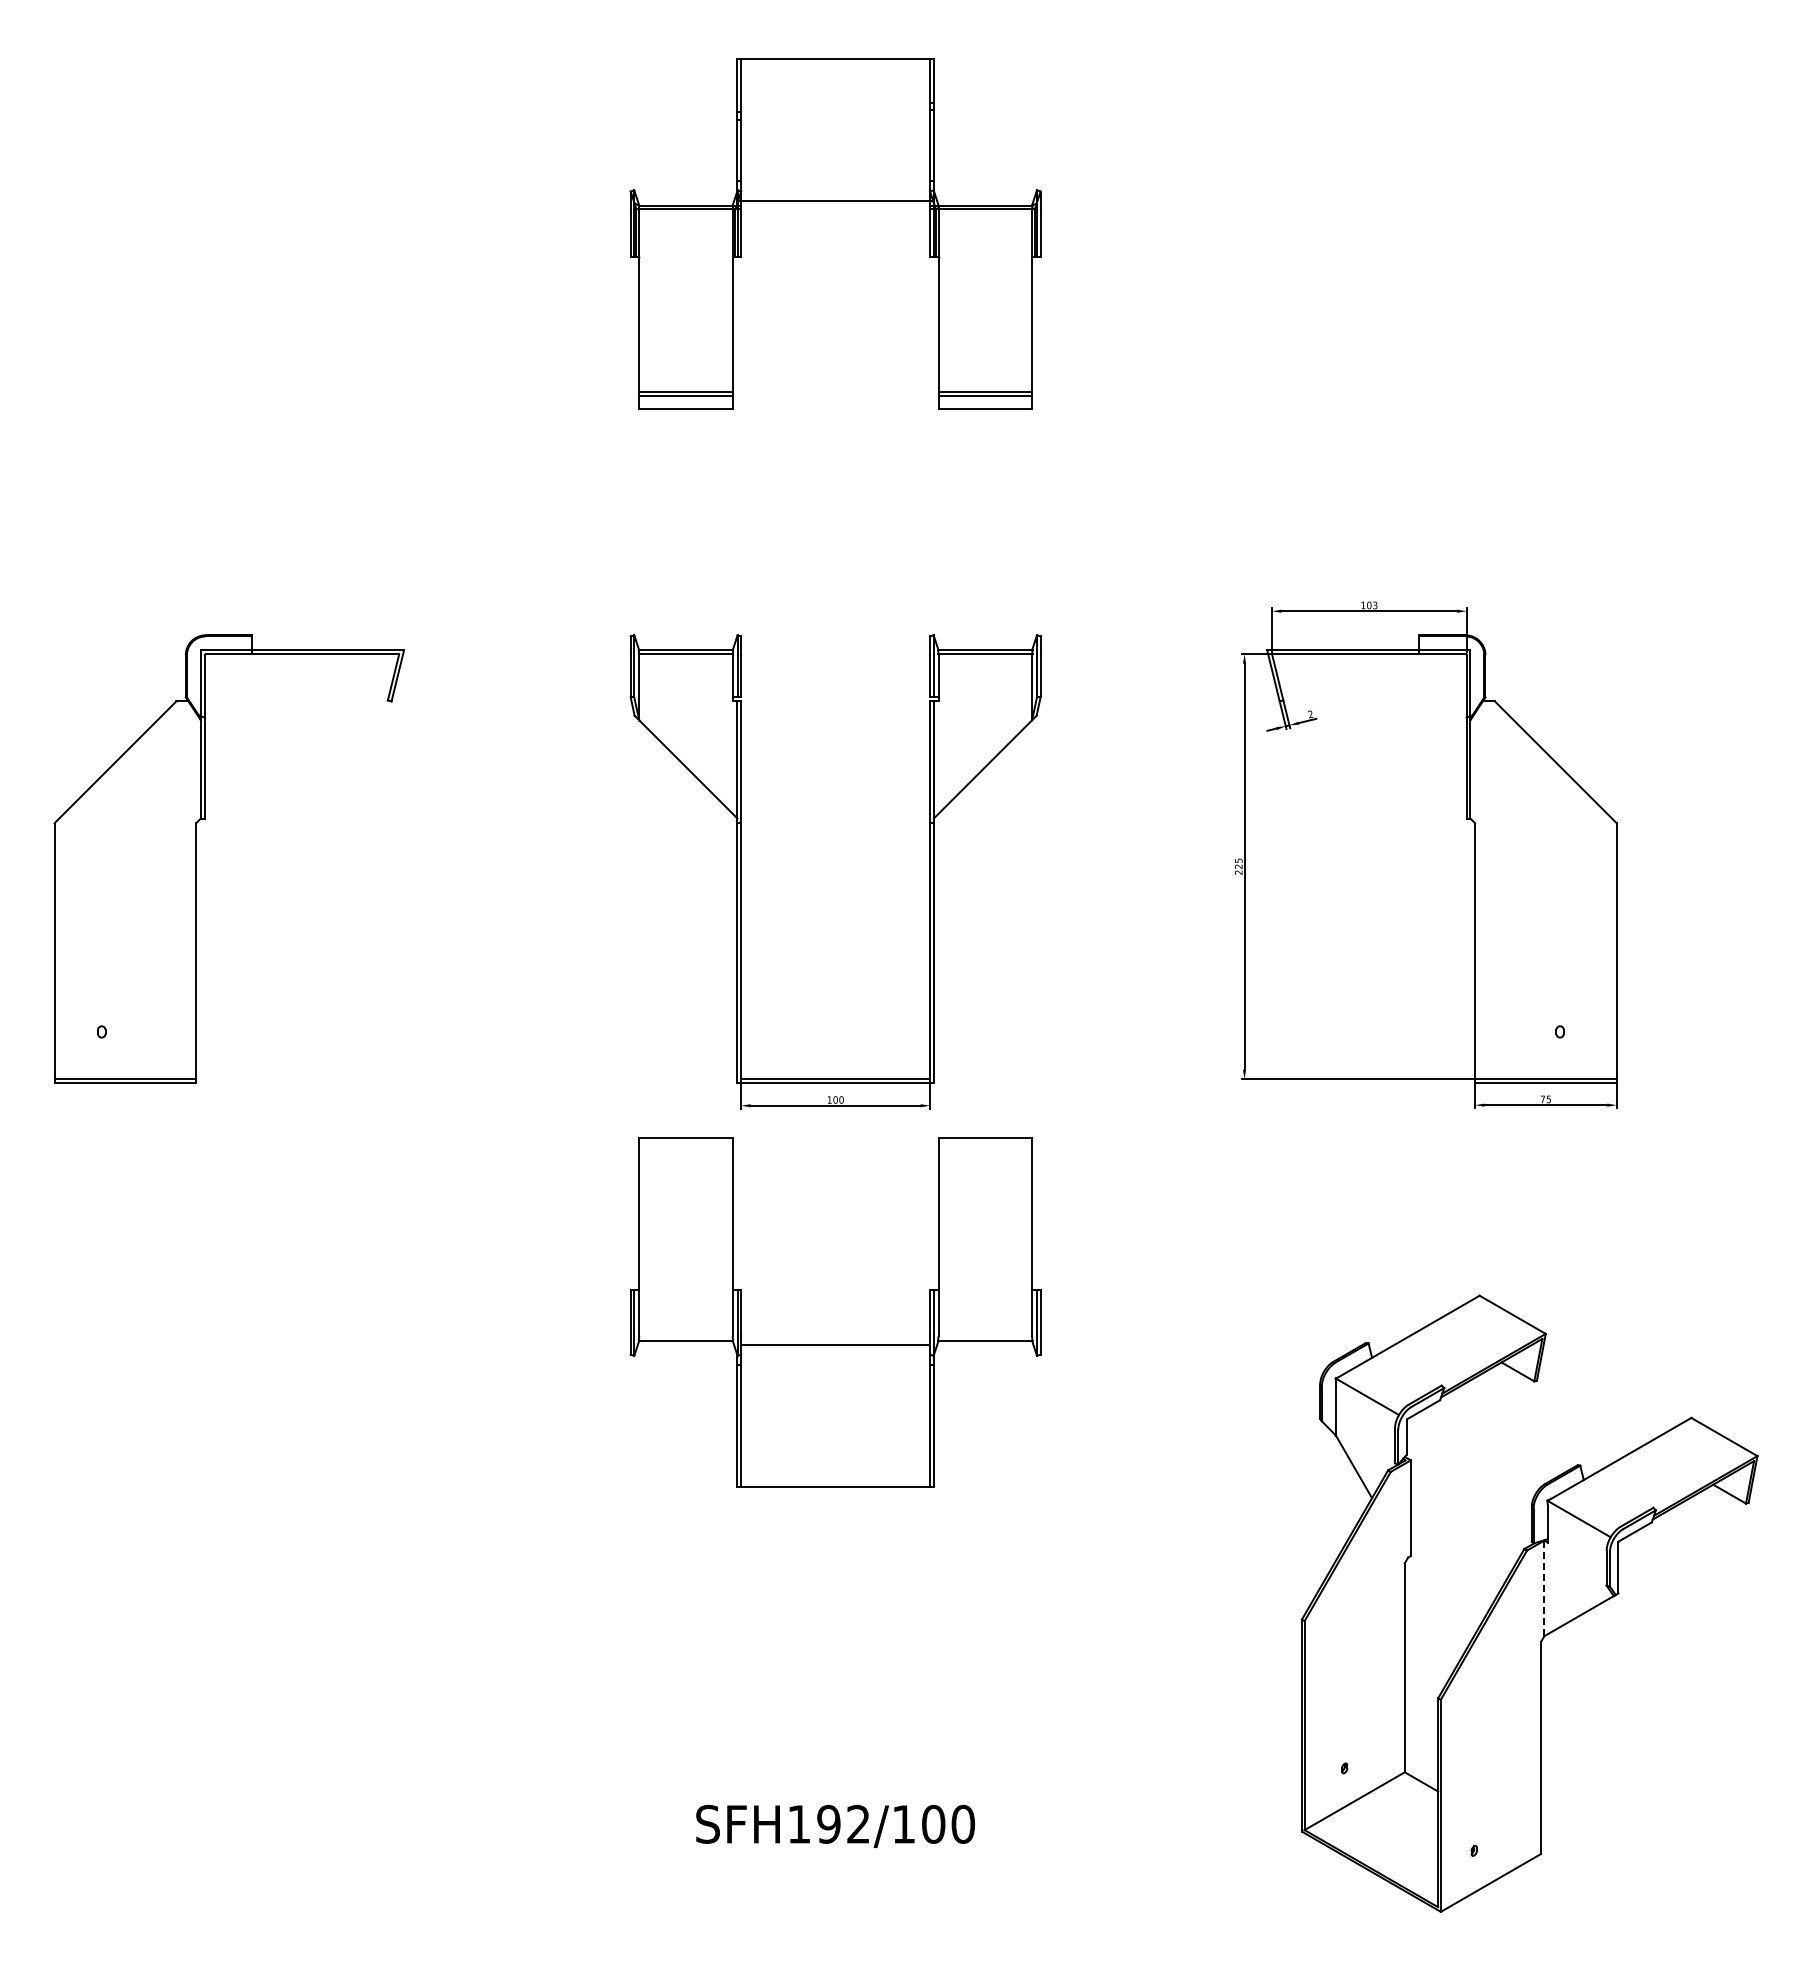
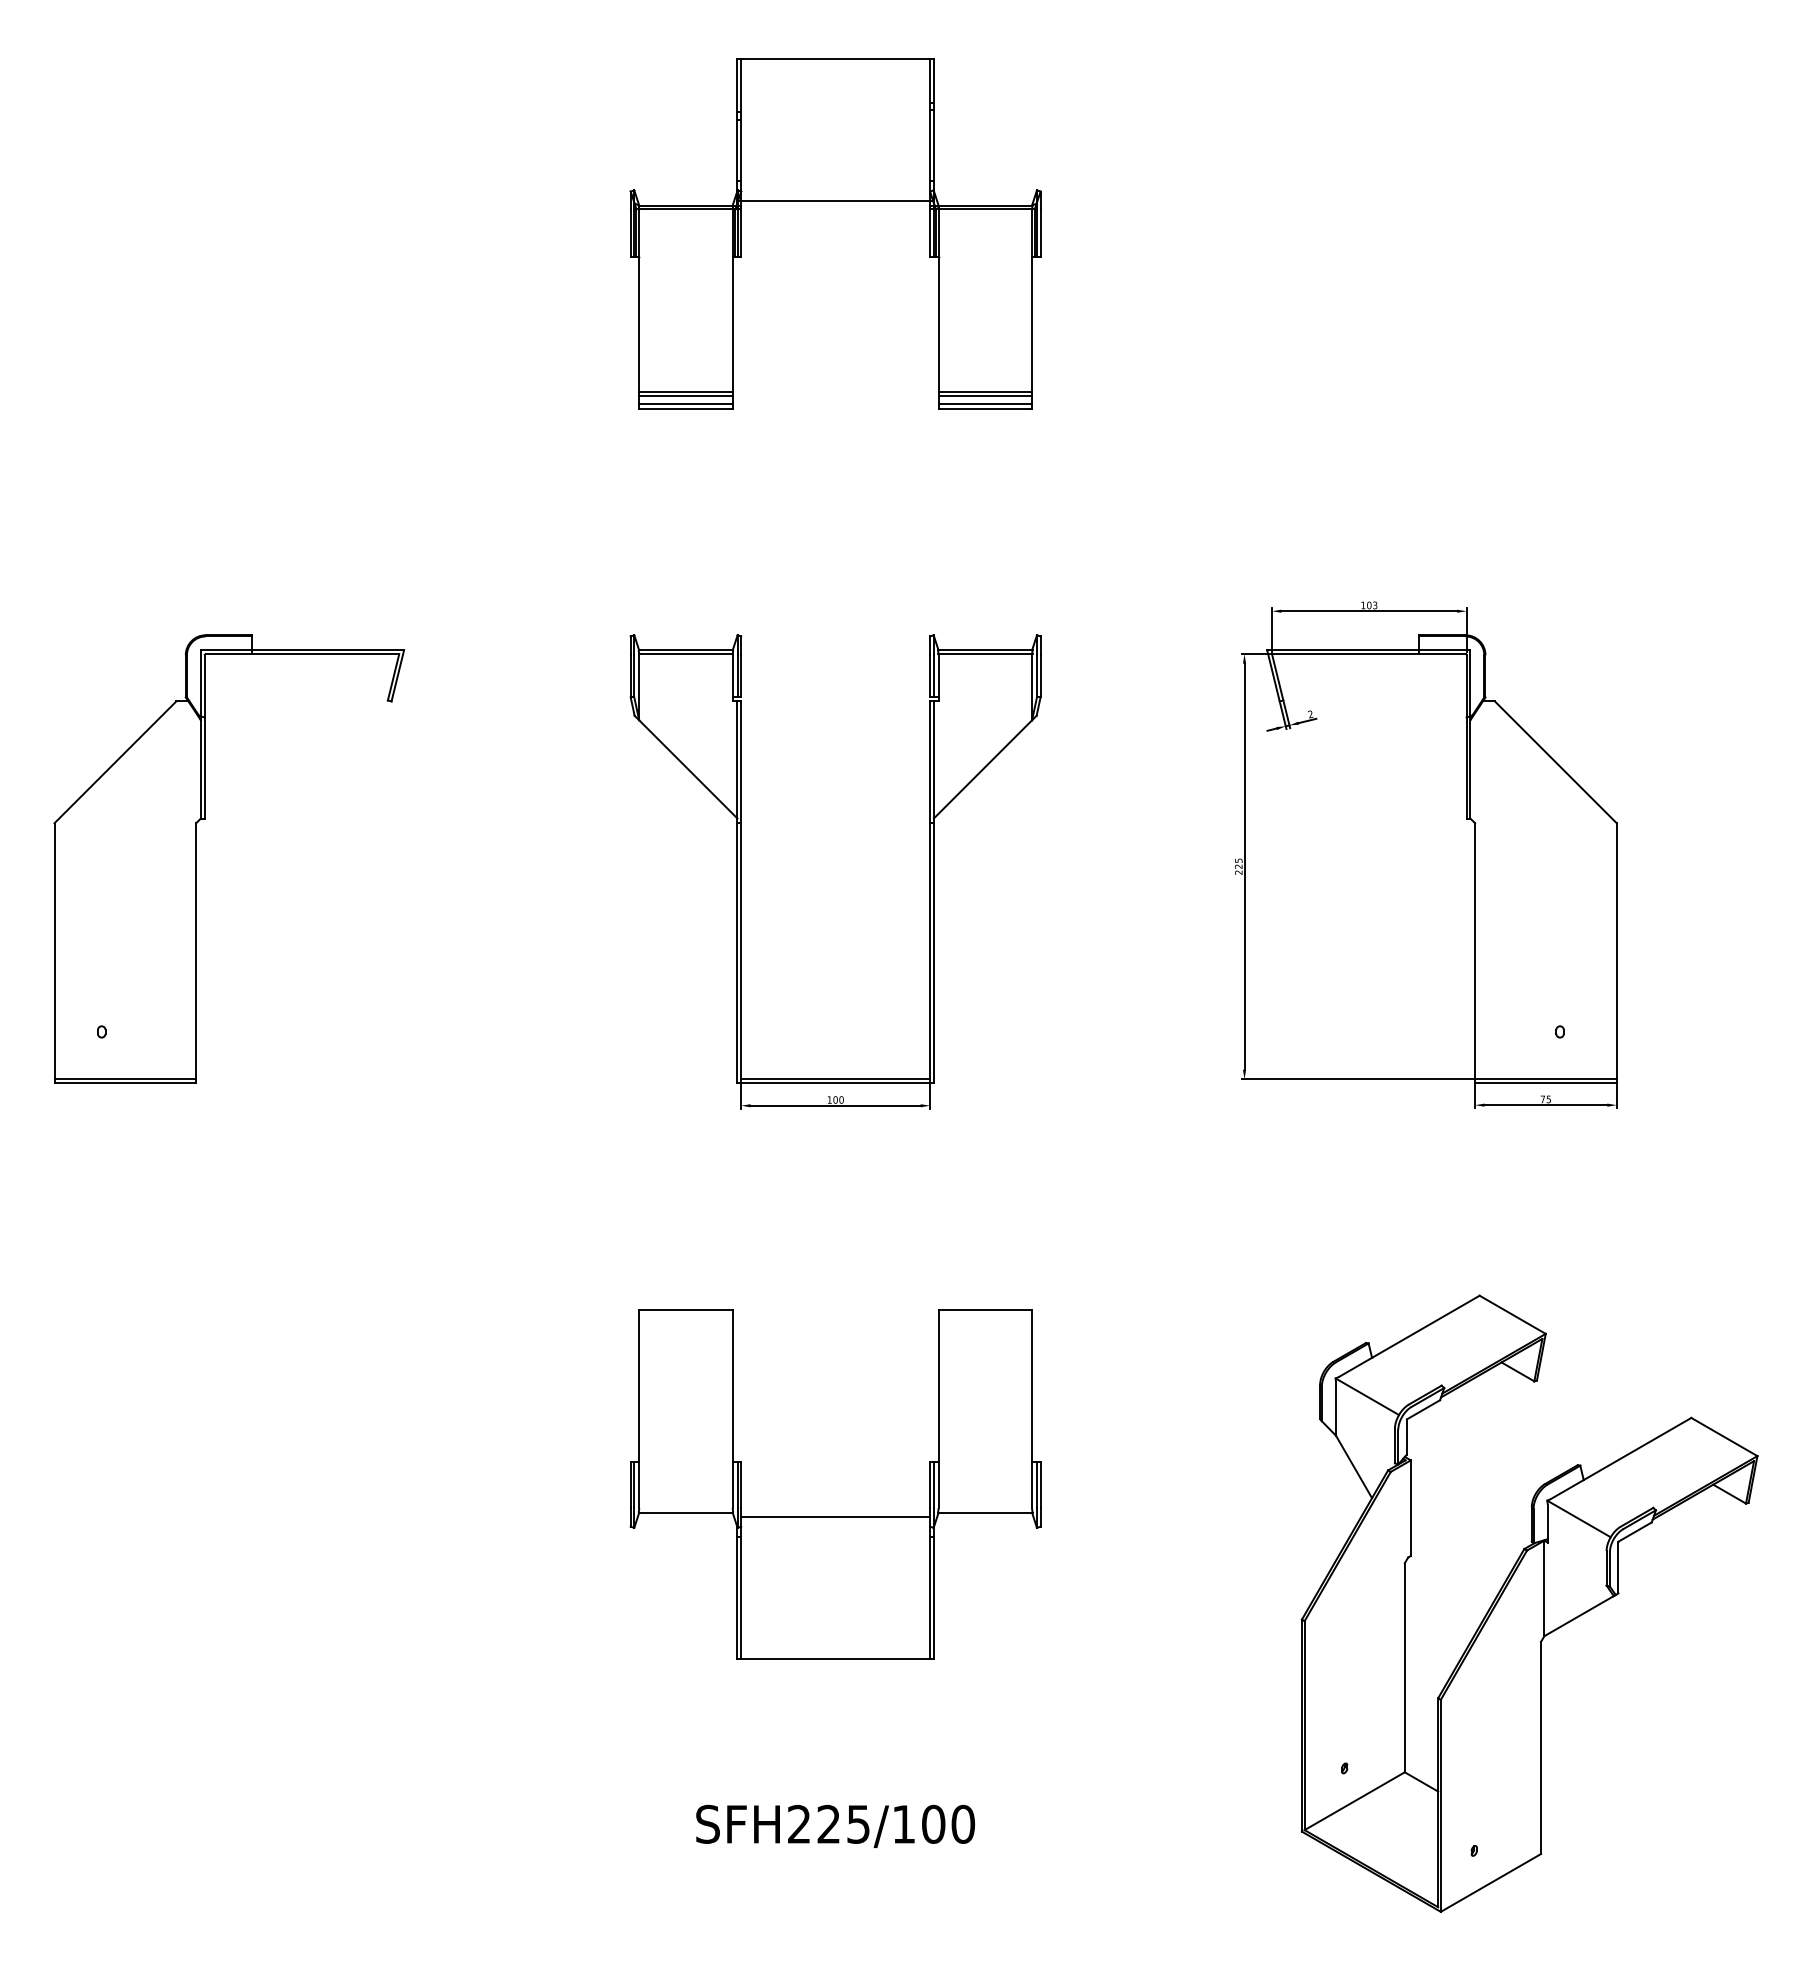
line at (685, 403): none -> present
line at (985, 403): none -> present
part at (835, 1344) position: (835, 1344) -> (835, 1516)
line at (1544, 1588): dashed -> solid
text at (828, 1823): SFH192/100 -> SFH225/100
